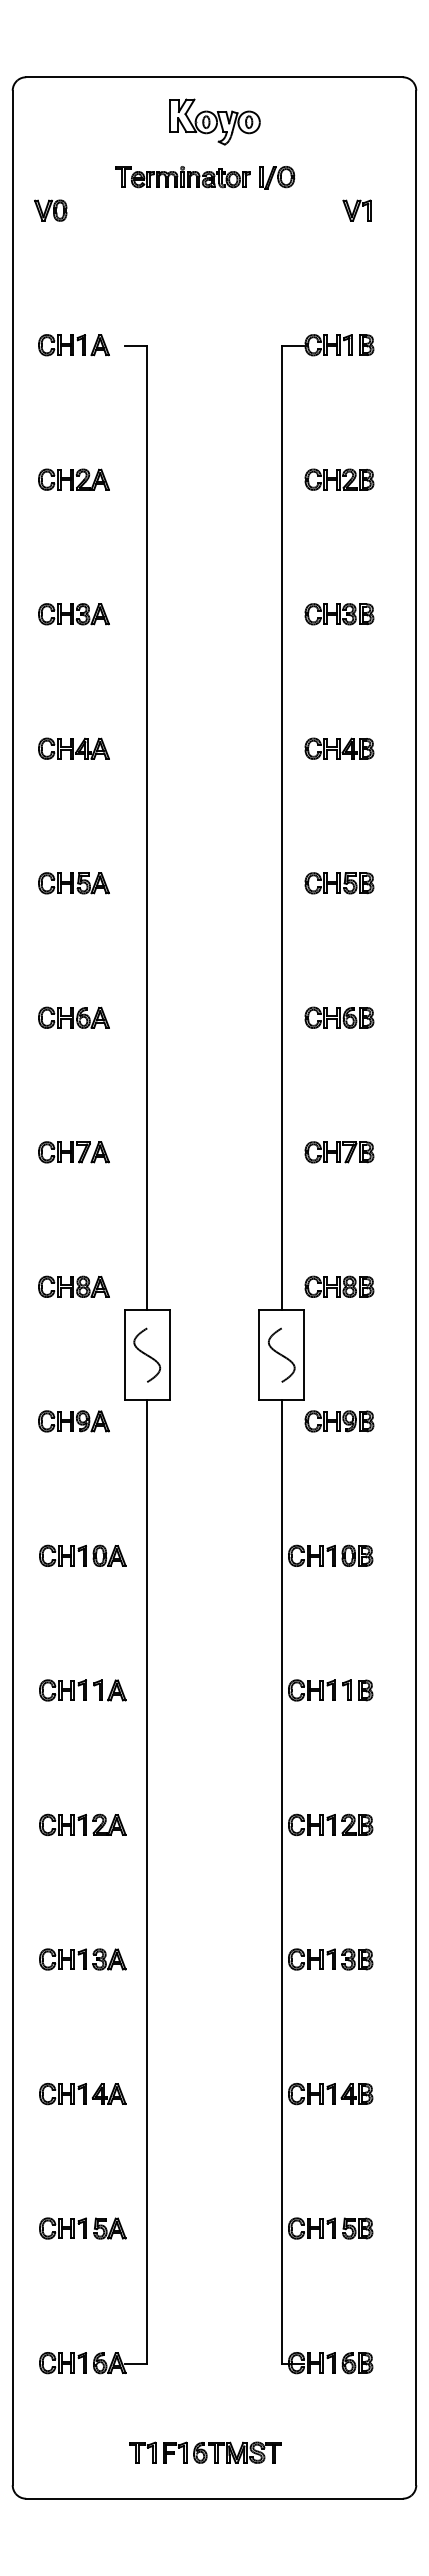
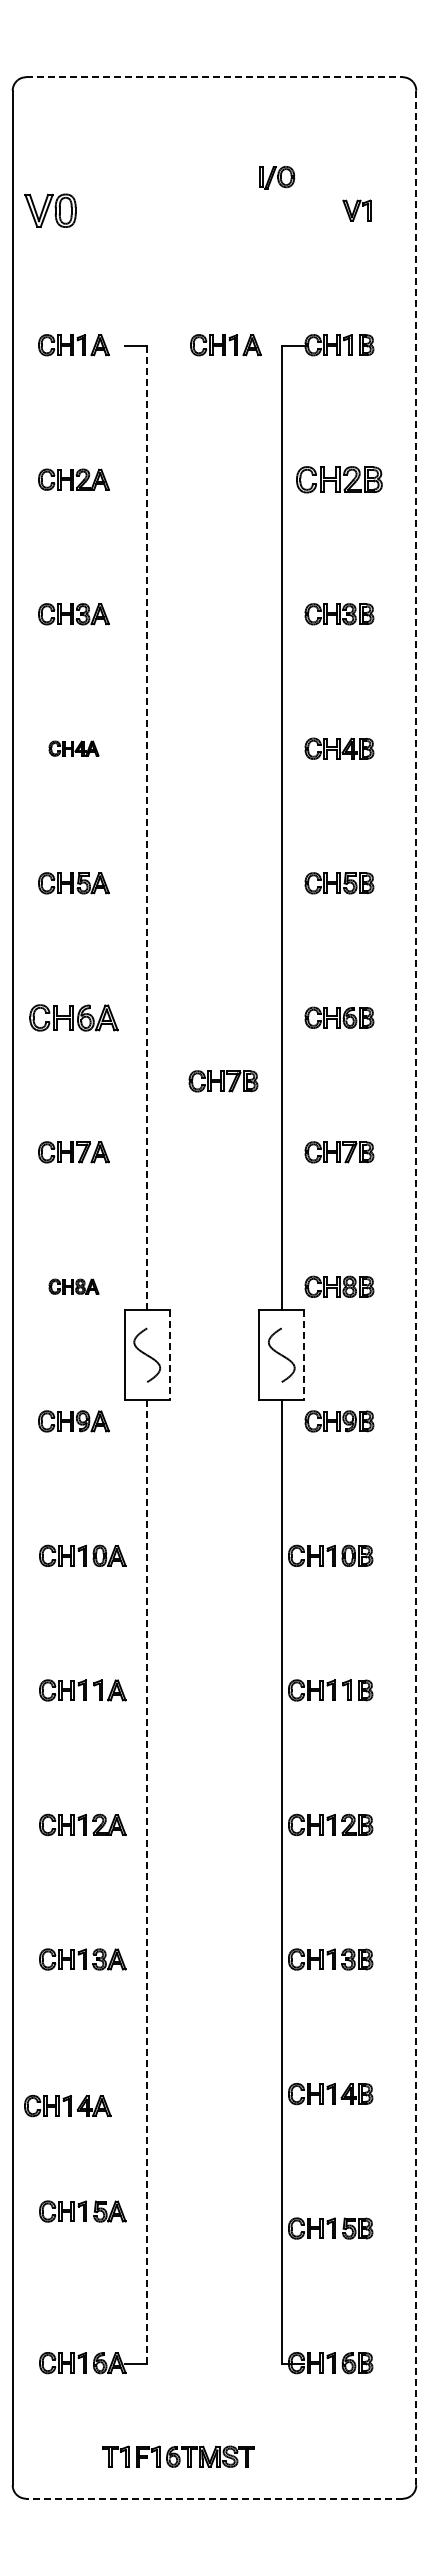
line at (214, 77): solid -> dashed
part at (214, 121): present -> none
part at (182, 177): present -> none
part at (50, 210) size: 34x23 px -> 53x35 px
part at (225, 345): none -> present
part at (339, 479) size: 71x23 px -> 87x28 px
part at (73, 748) size: 72x23 px -> 52x17 px
line at (147, 828): solid -> dashed
part at (73, 1017) size: 72x23 px -> 90x28 px
part at (223, 1081): none -> present
part at (73, 1286) size: 72x23 px -> 52x17 px
line at (416, 1288): solid -> dashed
line at (169, 1355): solid -> dashed
line at (304, 1355): solid -> dashed
line at (147, 1882): solid -> dashed
part at (82, 2094) position: (82, 2094) -> (67, 2106)
part at (82, 2228) position: (82, 2228) -> (82, 2211)
part at (205, 2452) position: (205, 2452) -> (178, 2456)
line at (213, 2498): solid -> dashed
